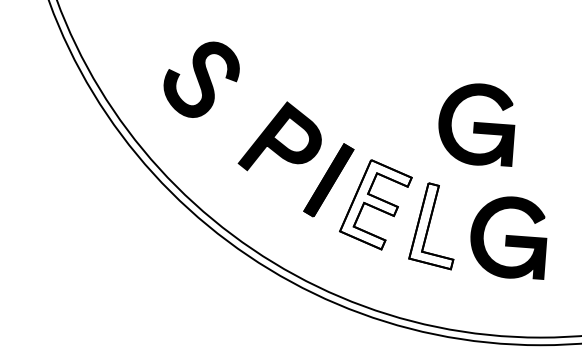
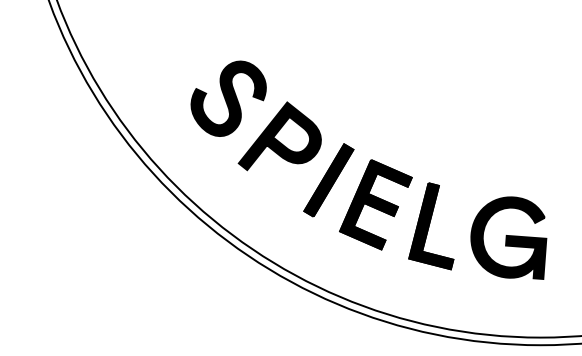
part at (201, 79) position: (201, 79) -> (228, 98)
part at (476, 124): present -> none
fill at (375, 204): none -> present
fill at (431, 226): none -> present
